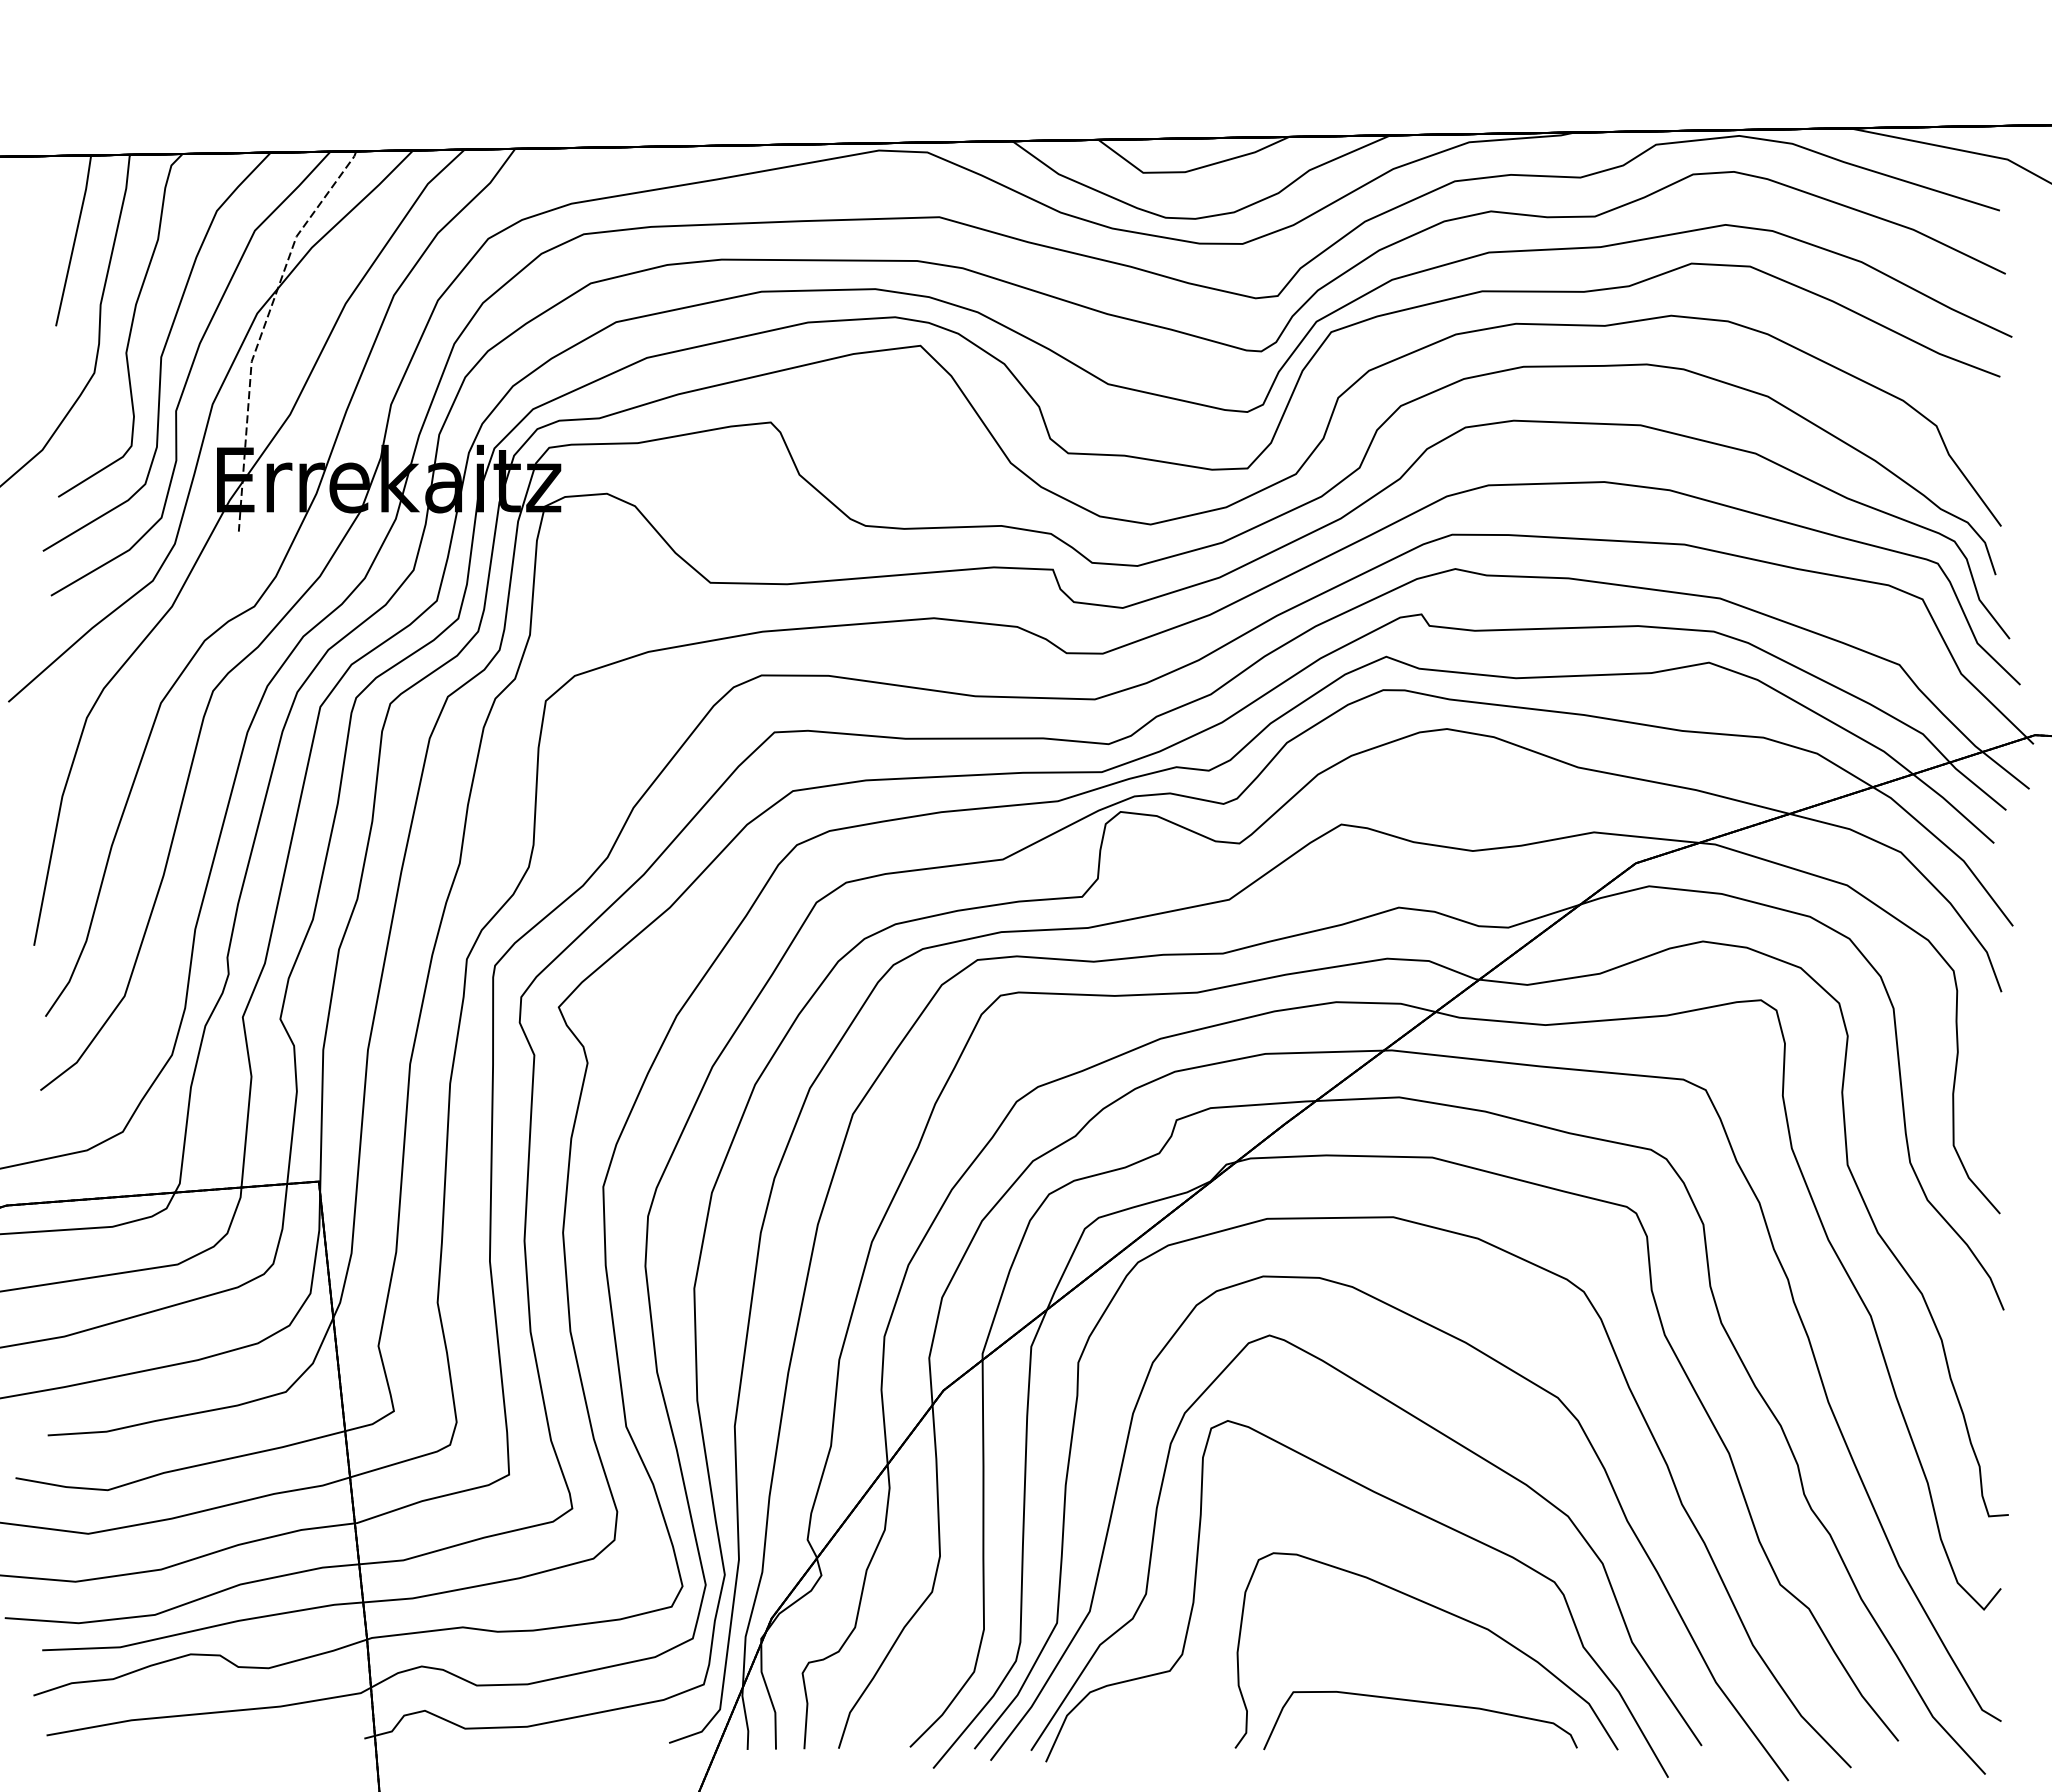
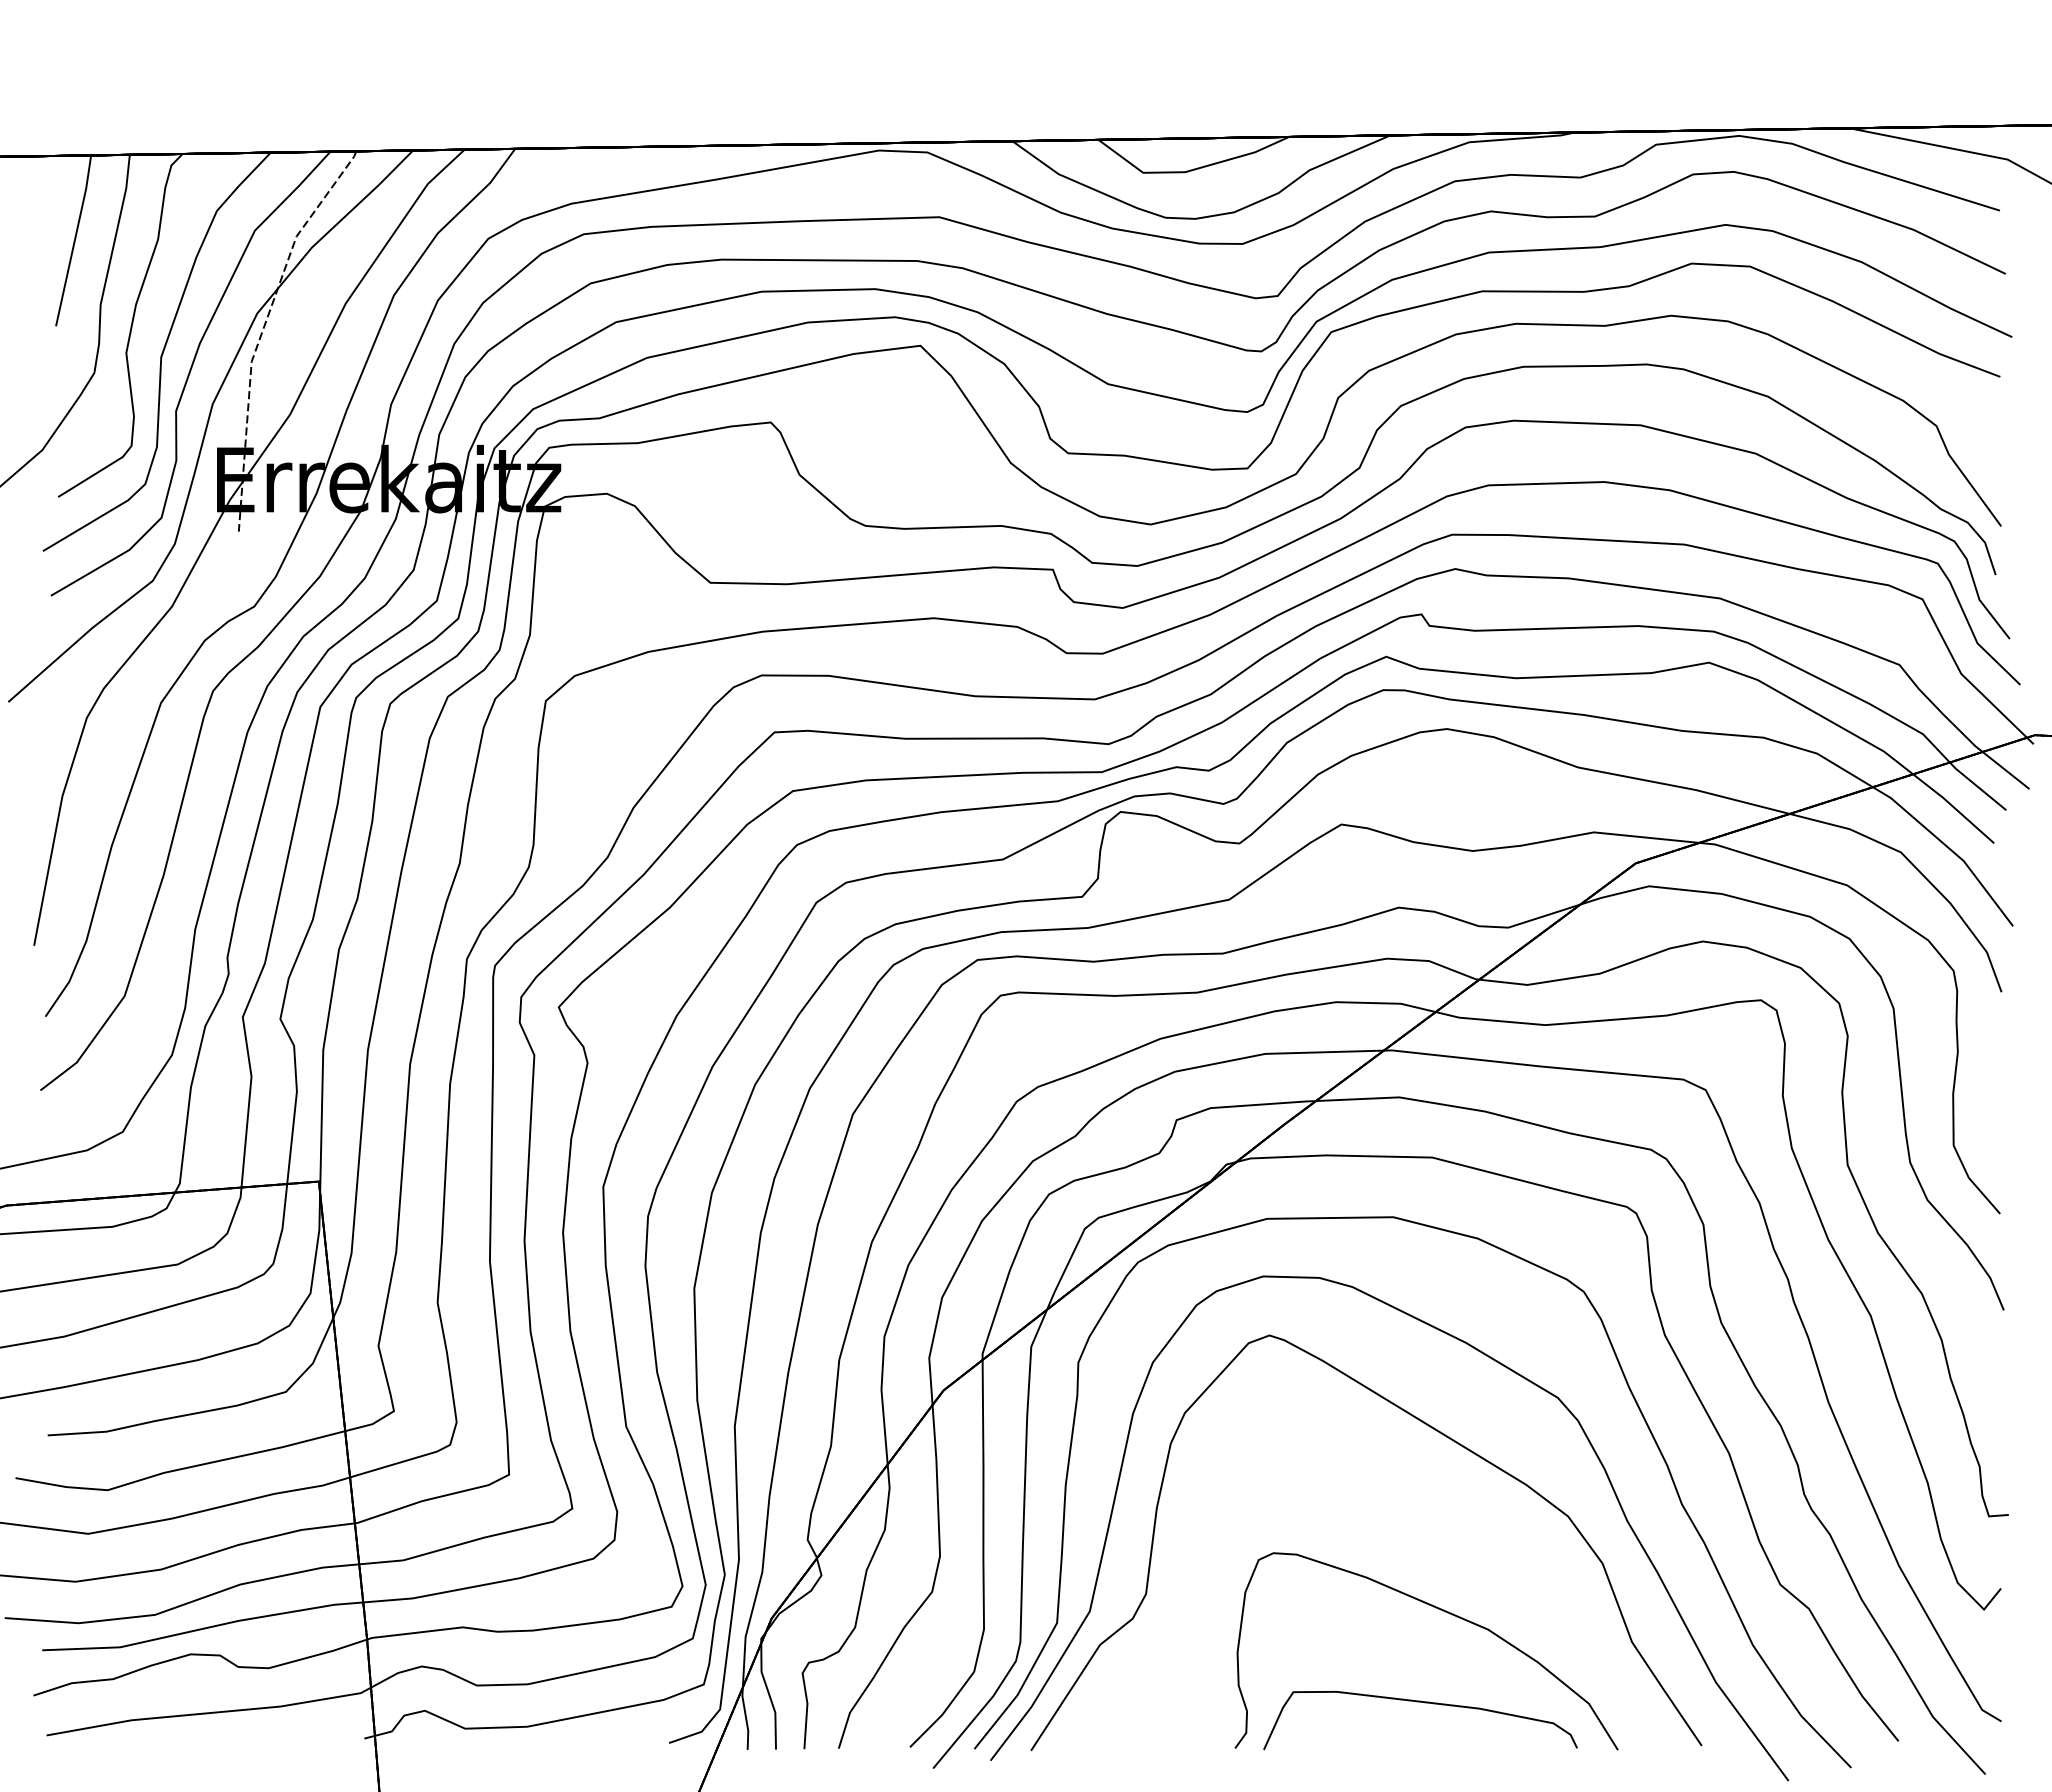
curve at (1402, 1506): present -> none
